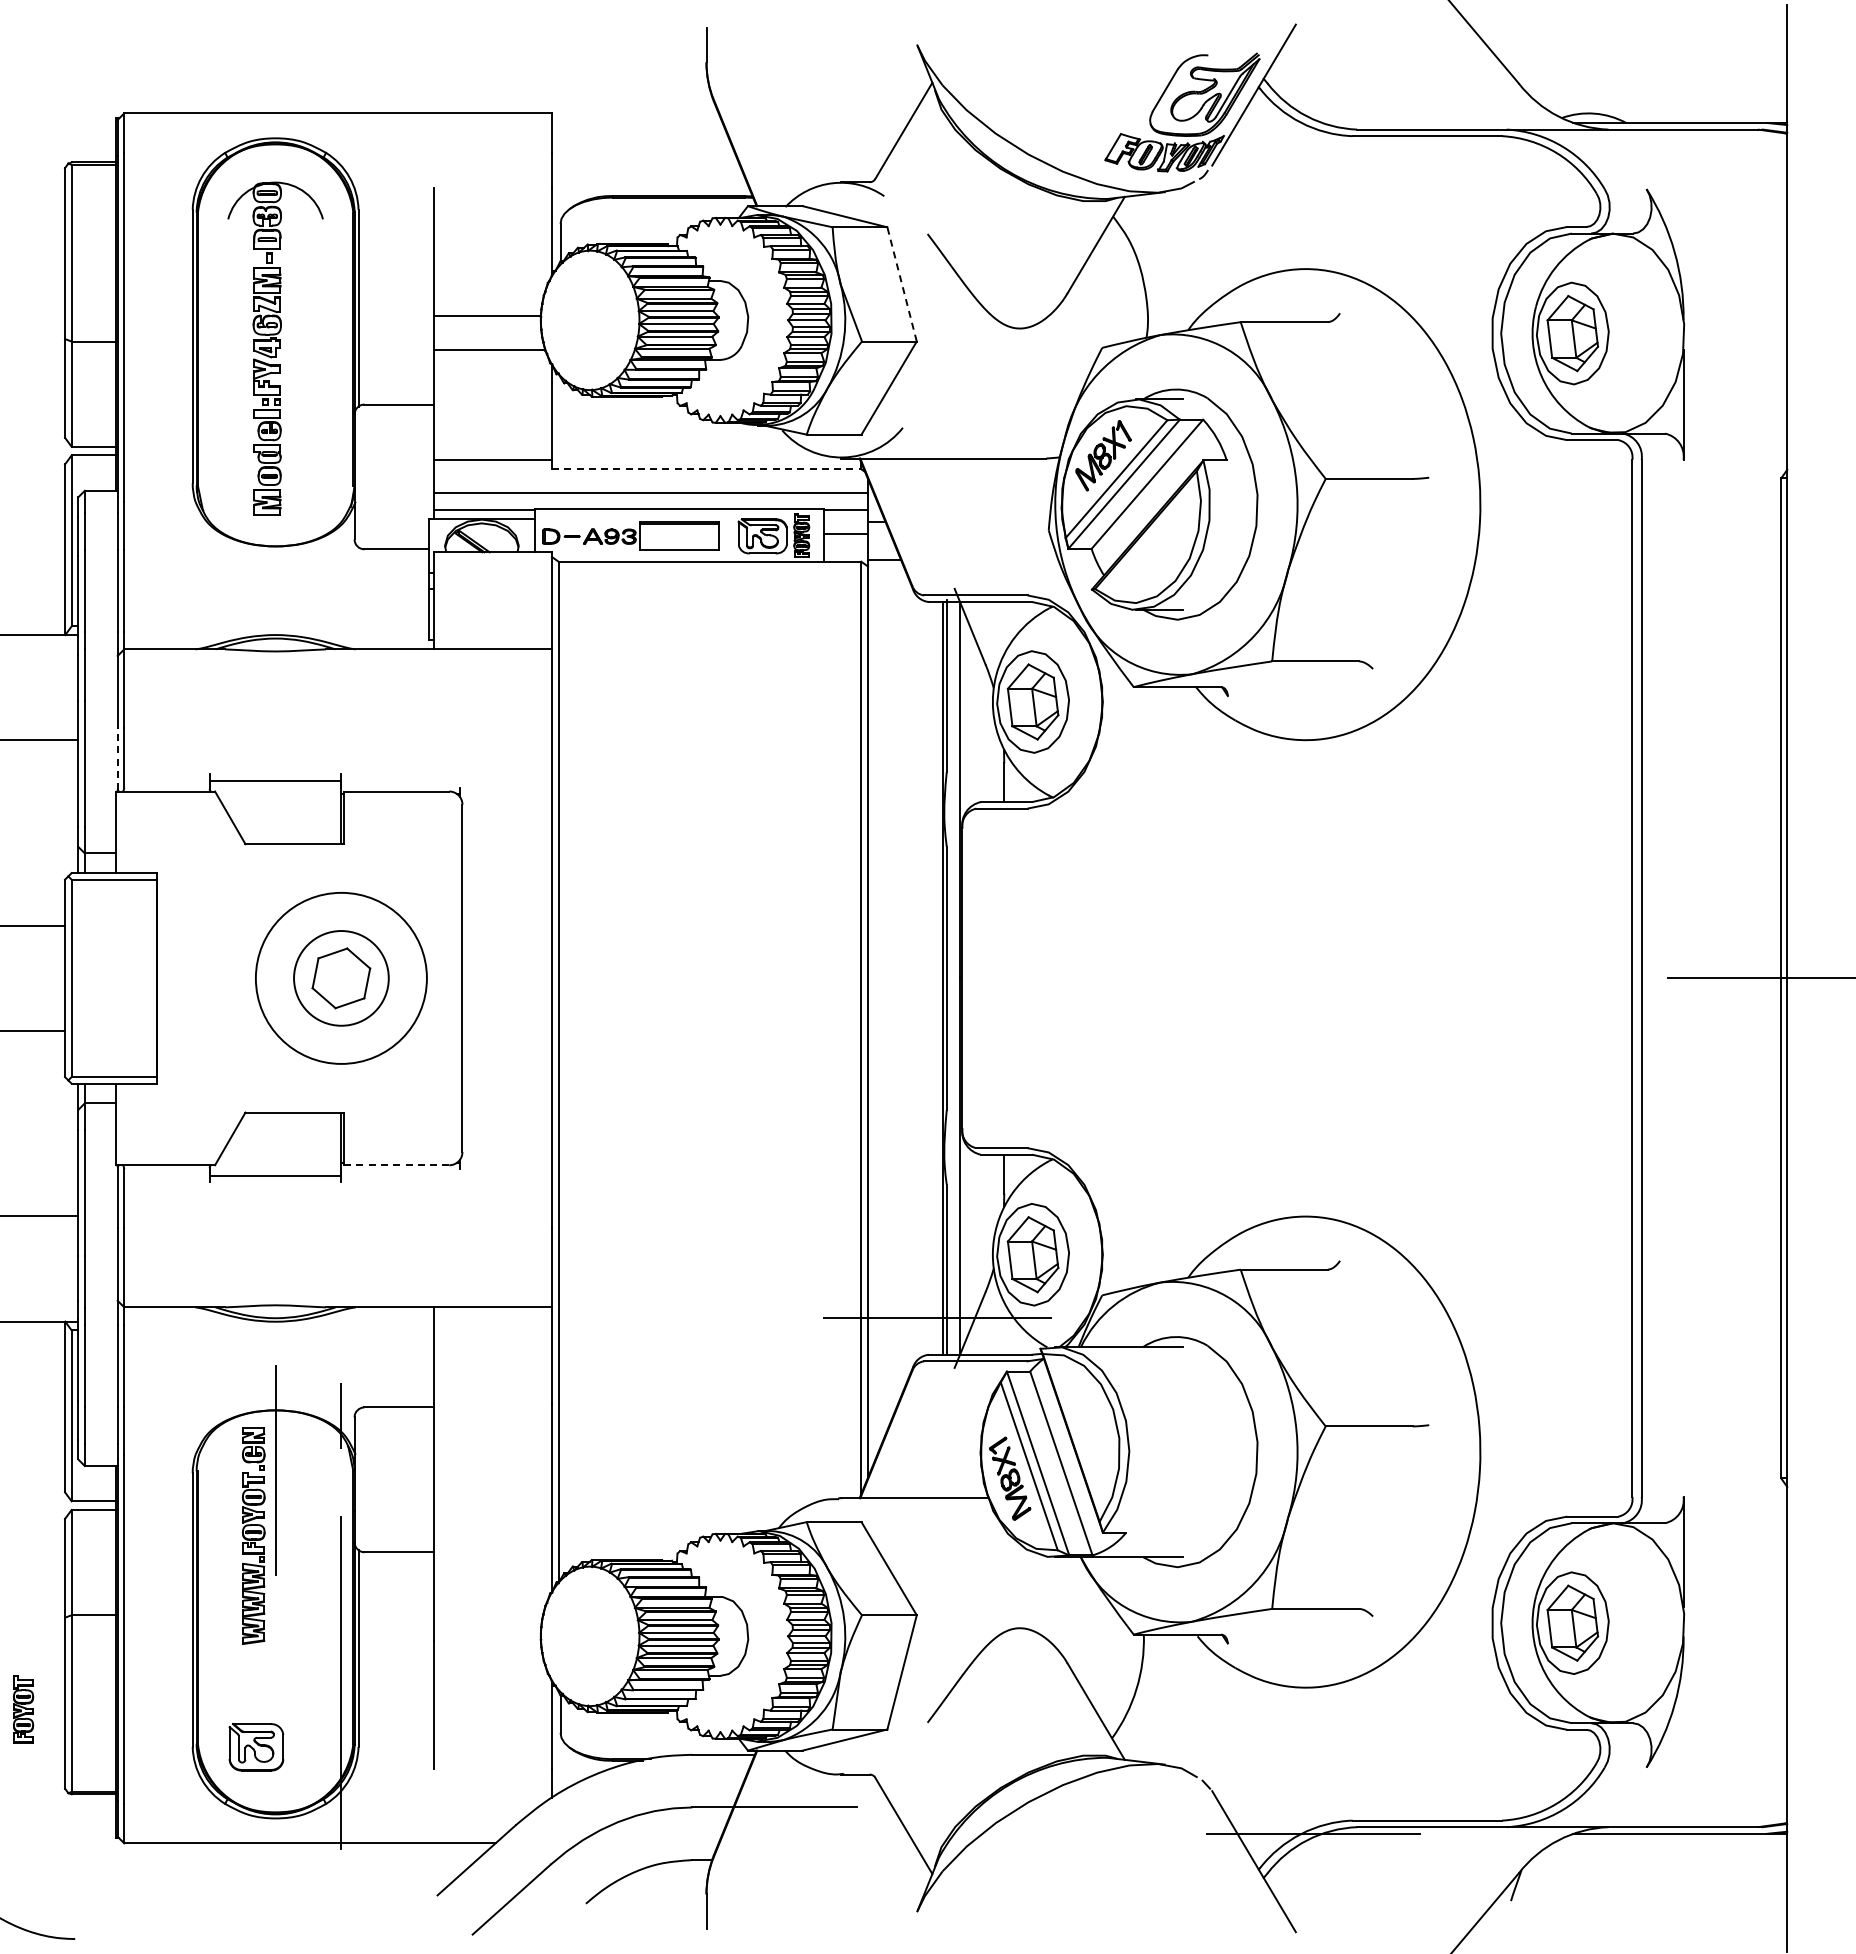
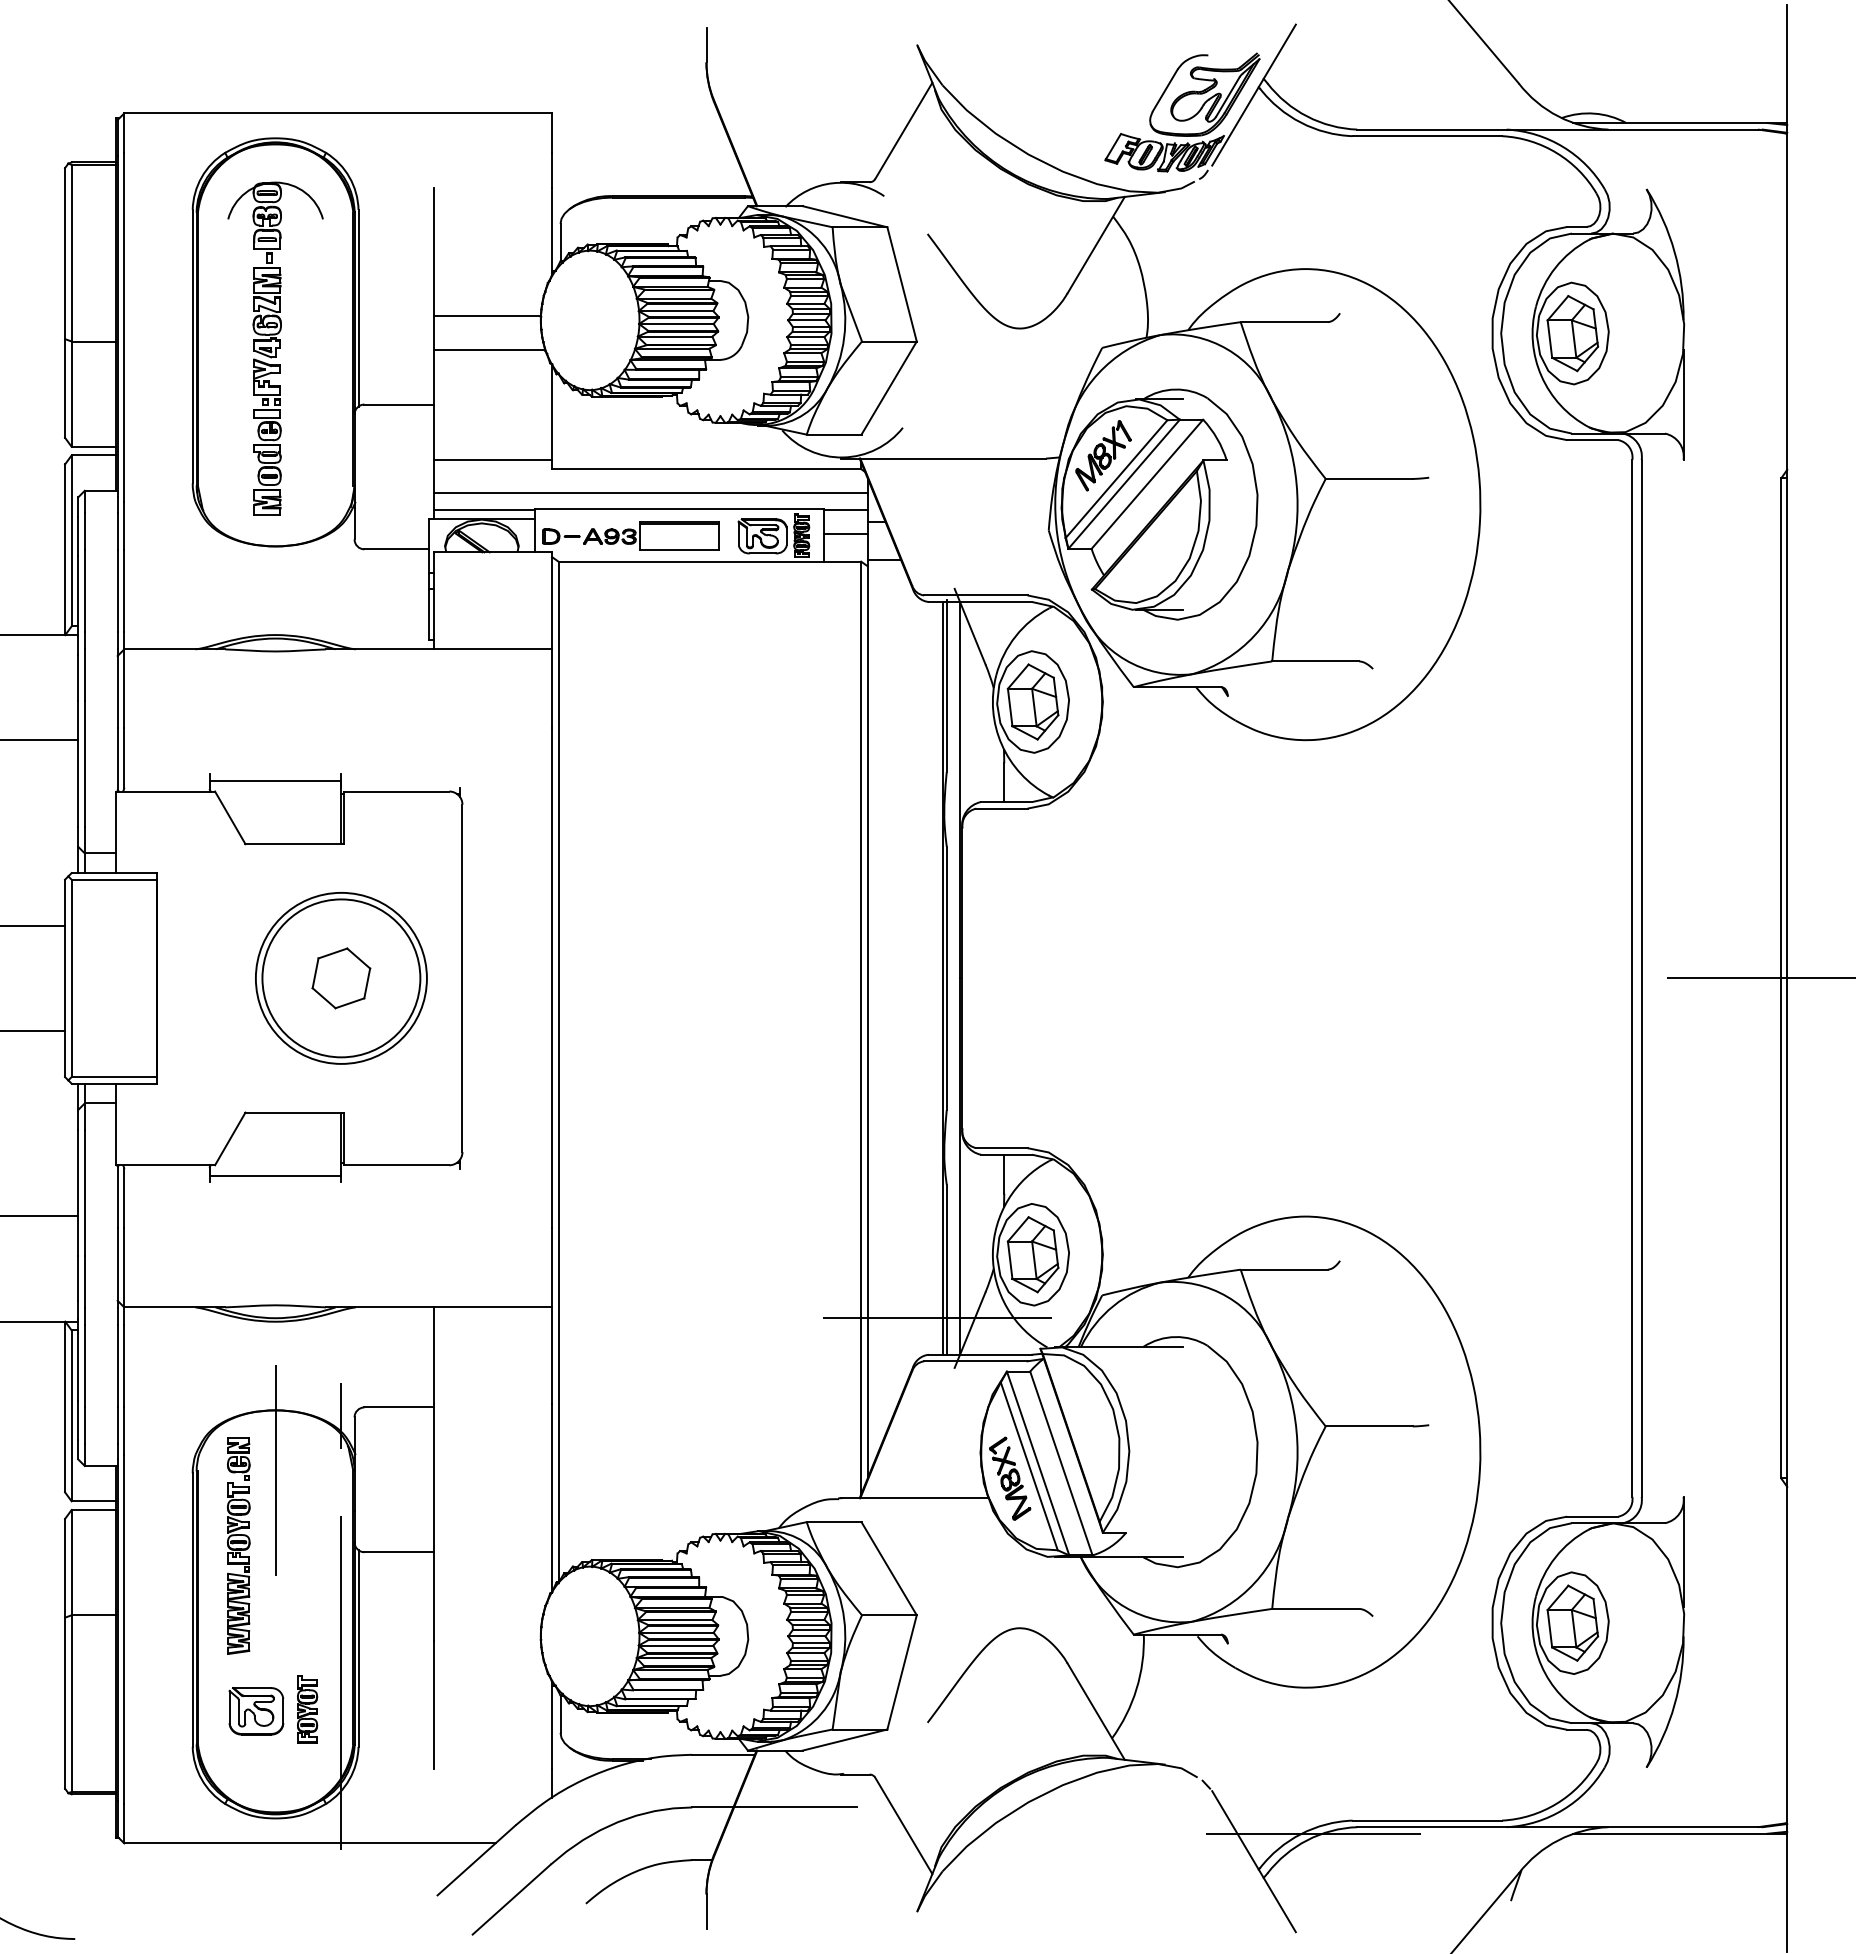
line at (902, 284): dashed -> solid
line at (706, 469): dashed -> solid
line at (117, 759): dashed -> solid
circle at (341, 978) diameter: 95 px -> 158 px
line at (396, 1165): dashed -> solid
part at (253, 1535) position: (253, 1535) -> (238, 1545)
part at (23, 1709) position: (23, 1709) -> (307, 1709)
part at (256, 1747) position: (256, 1747) -> (256, 1711)
